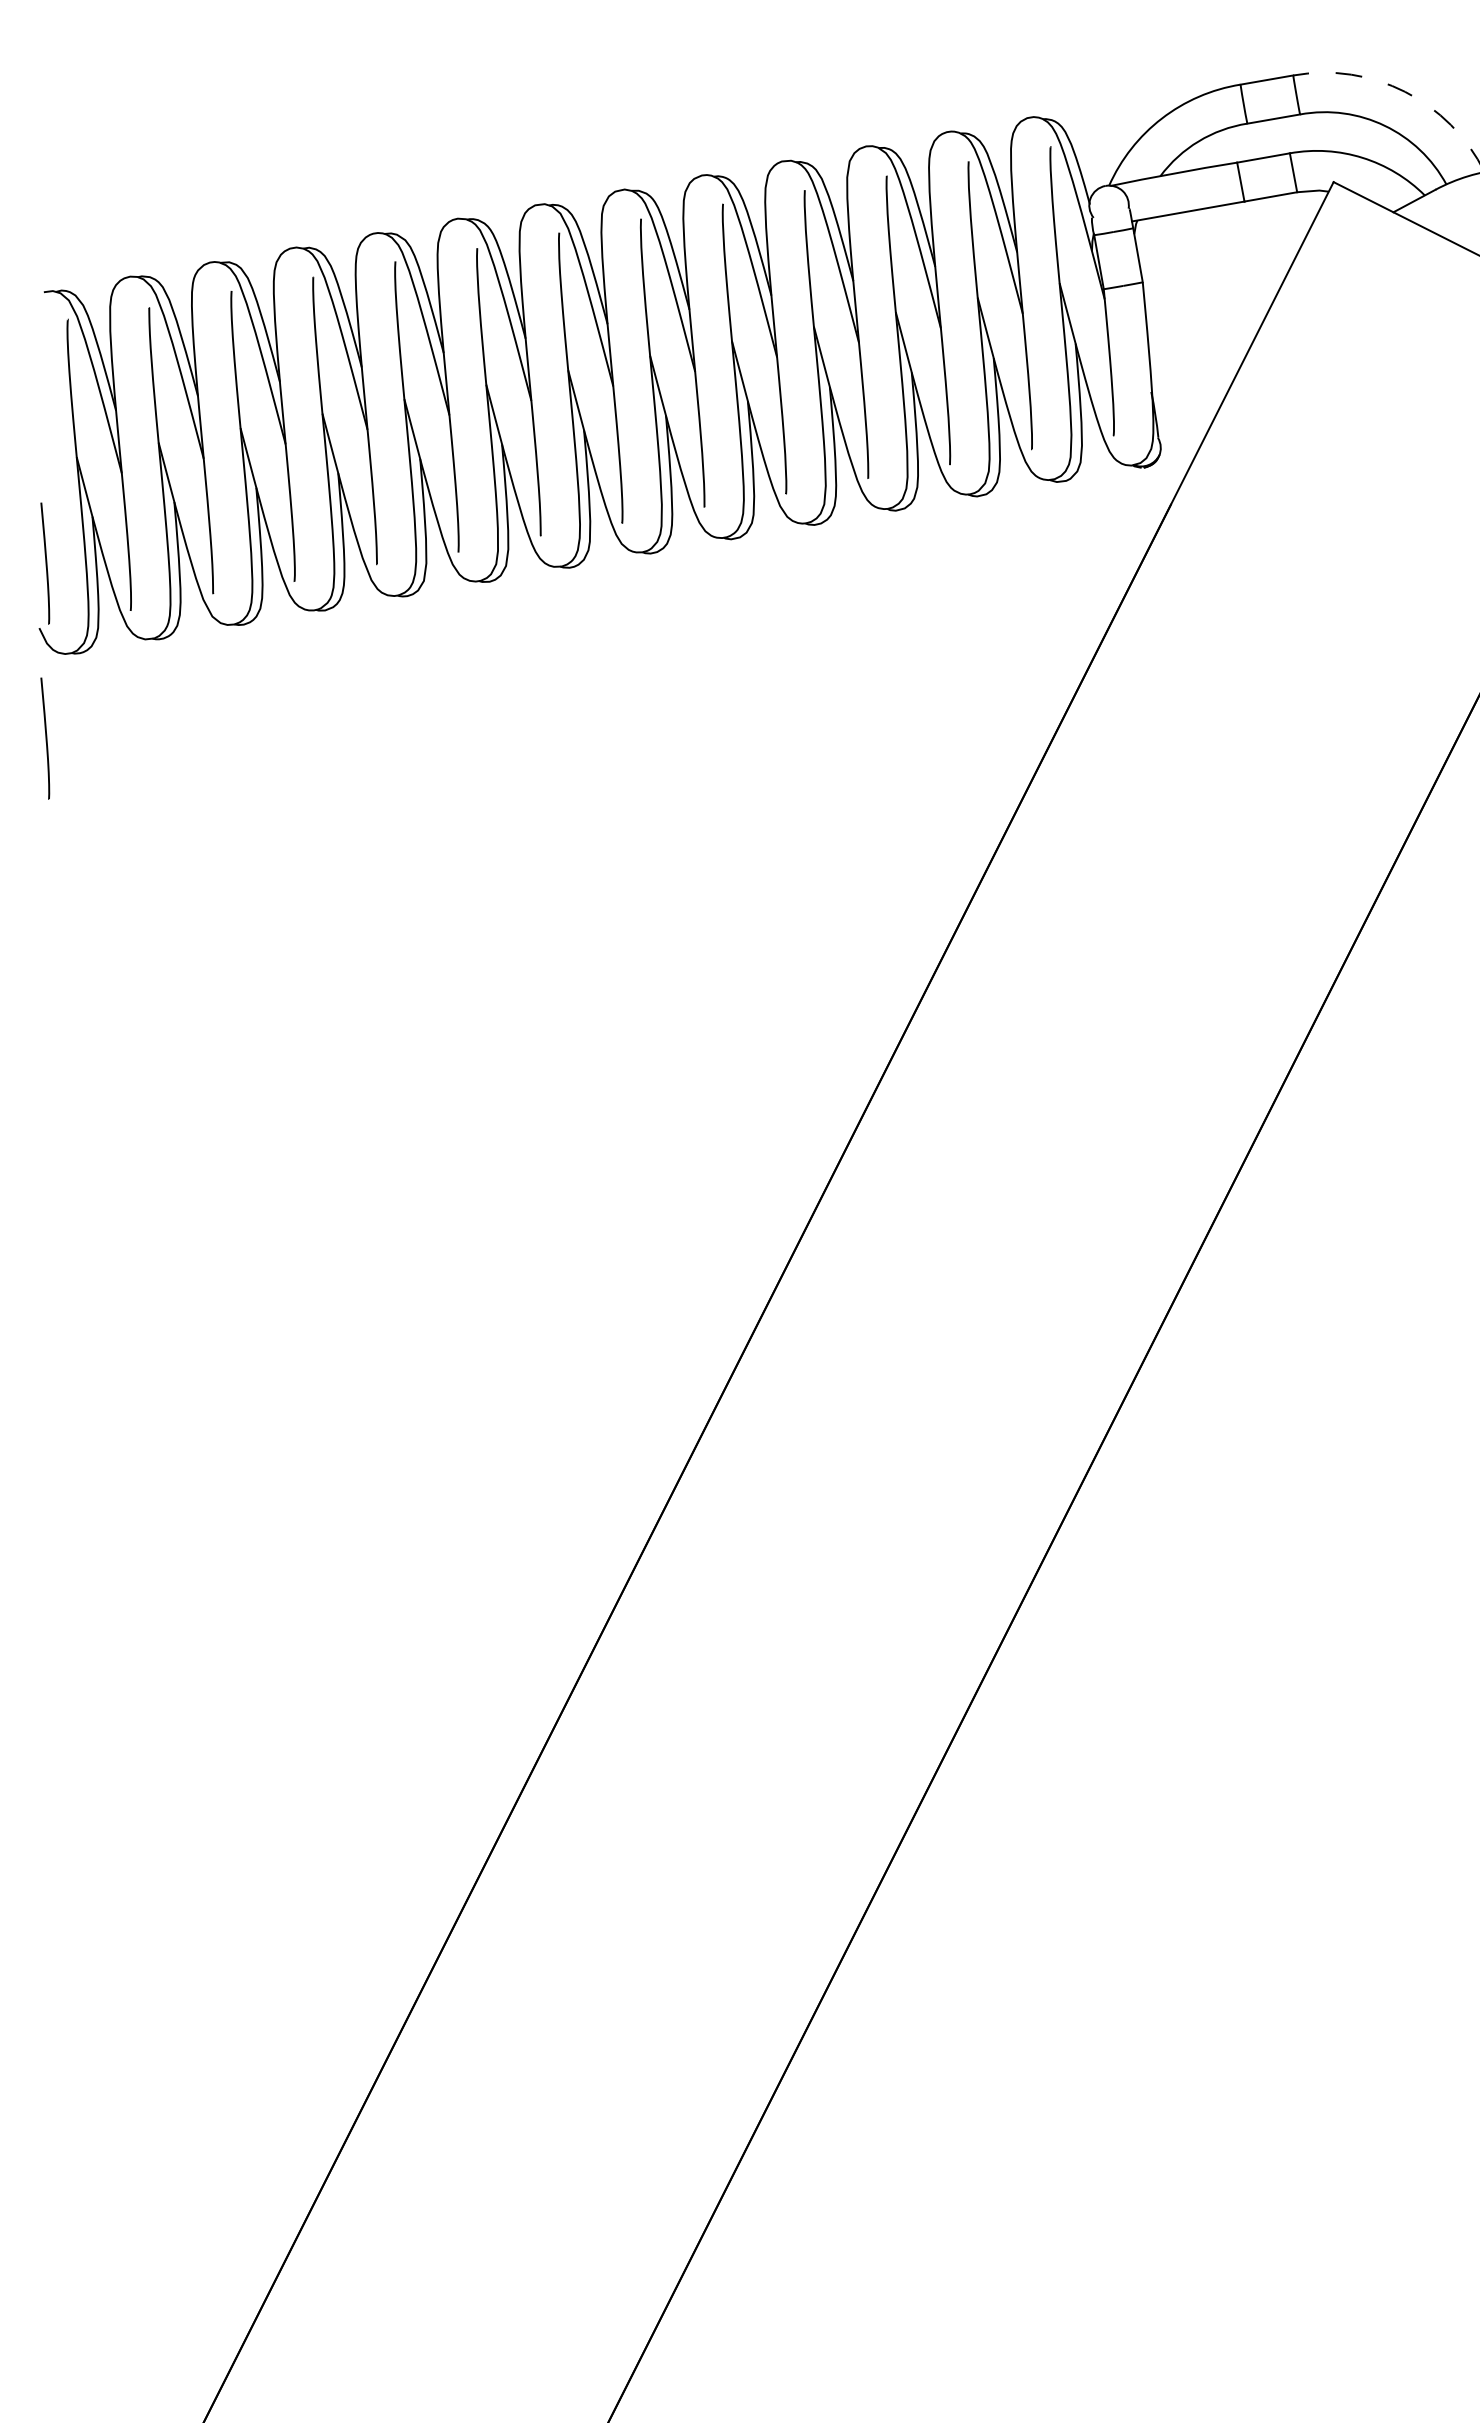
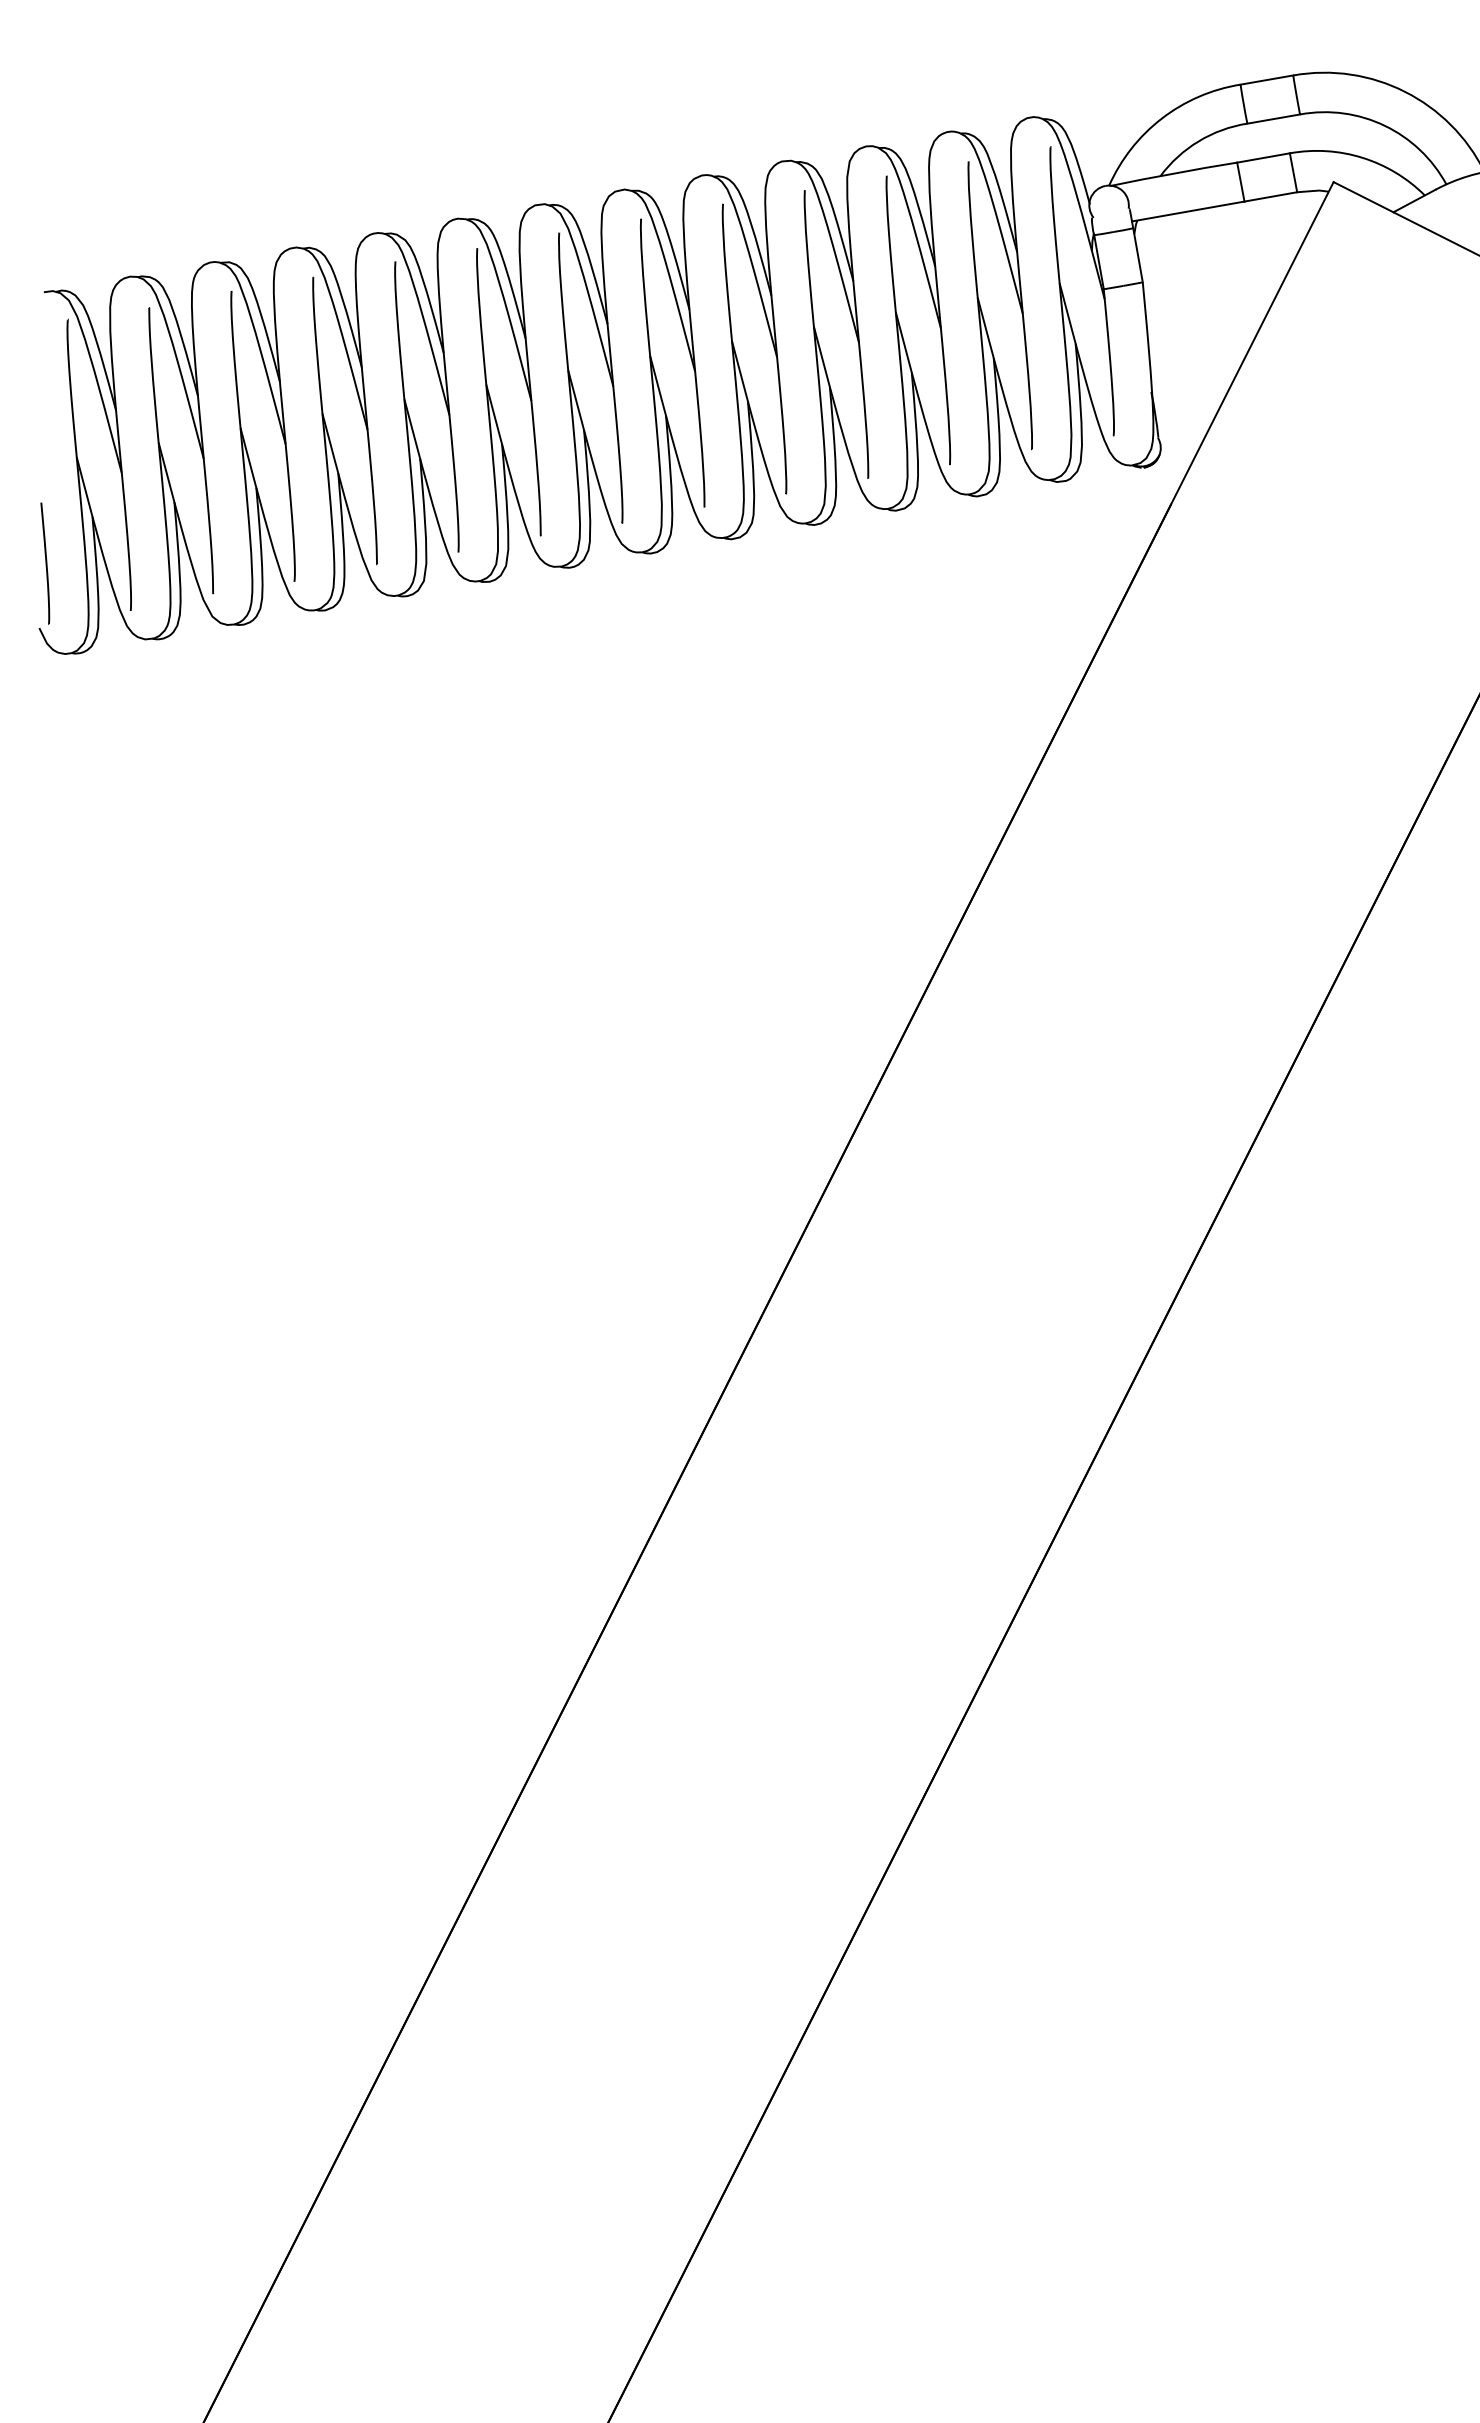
arc at (1400, 89): dashed -> solid
curve at (45, 738): present -> none
